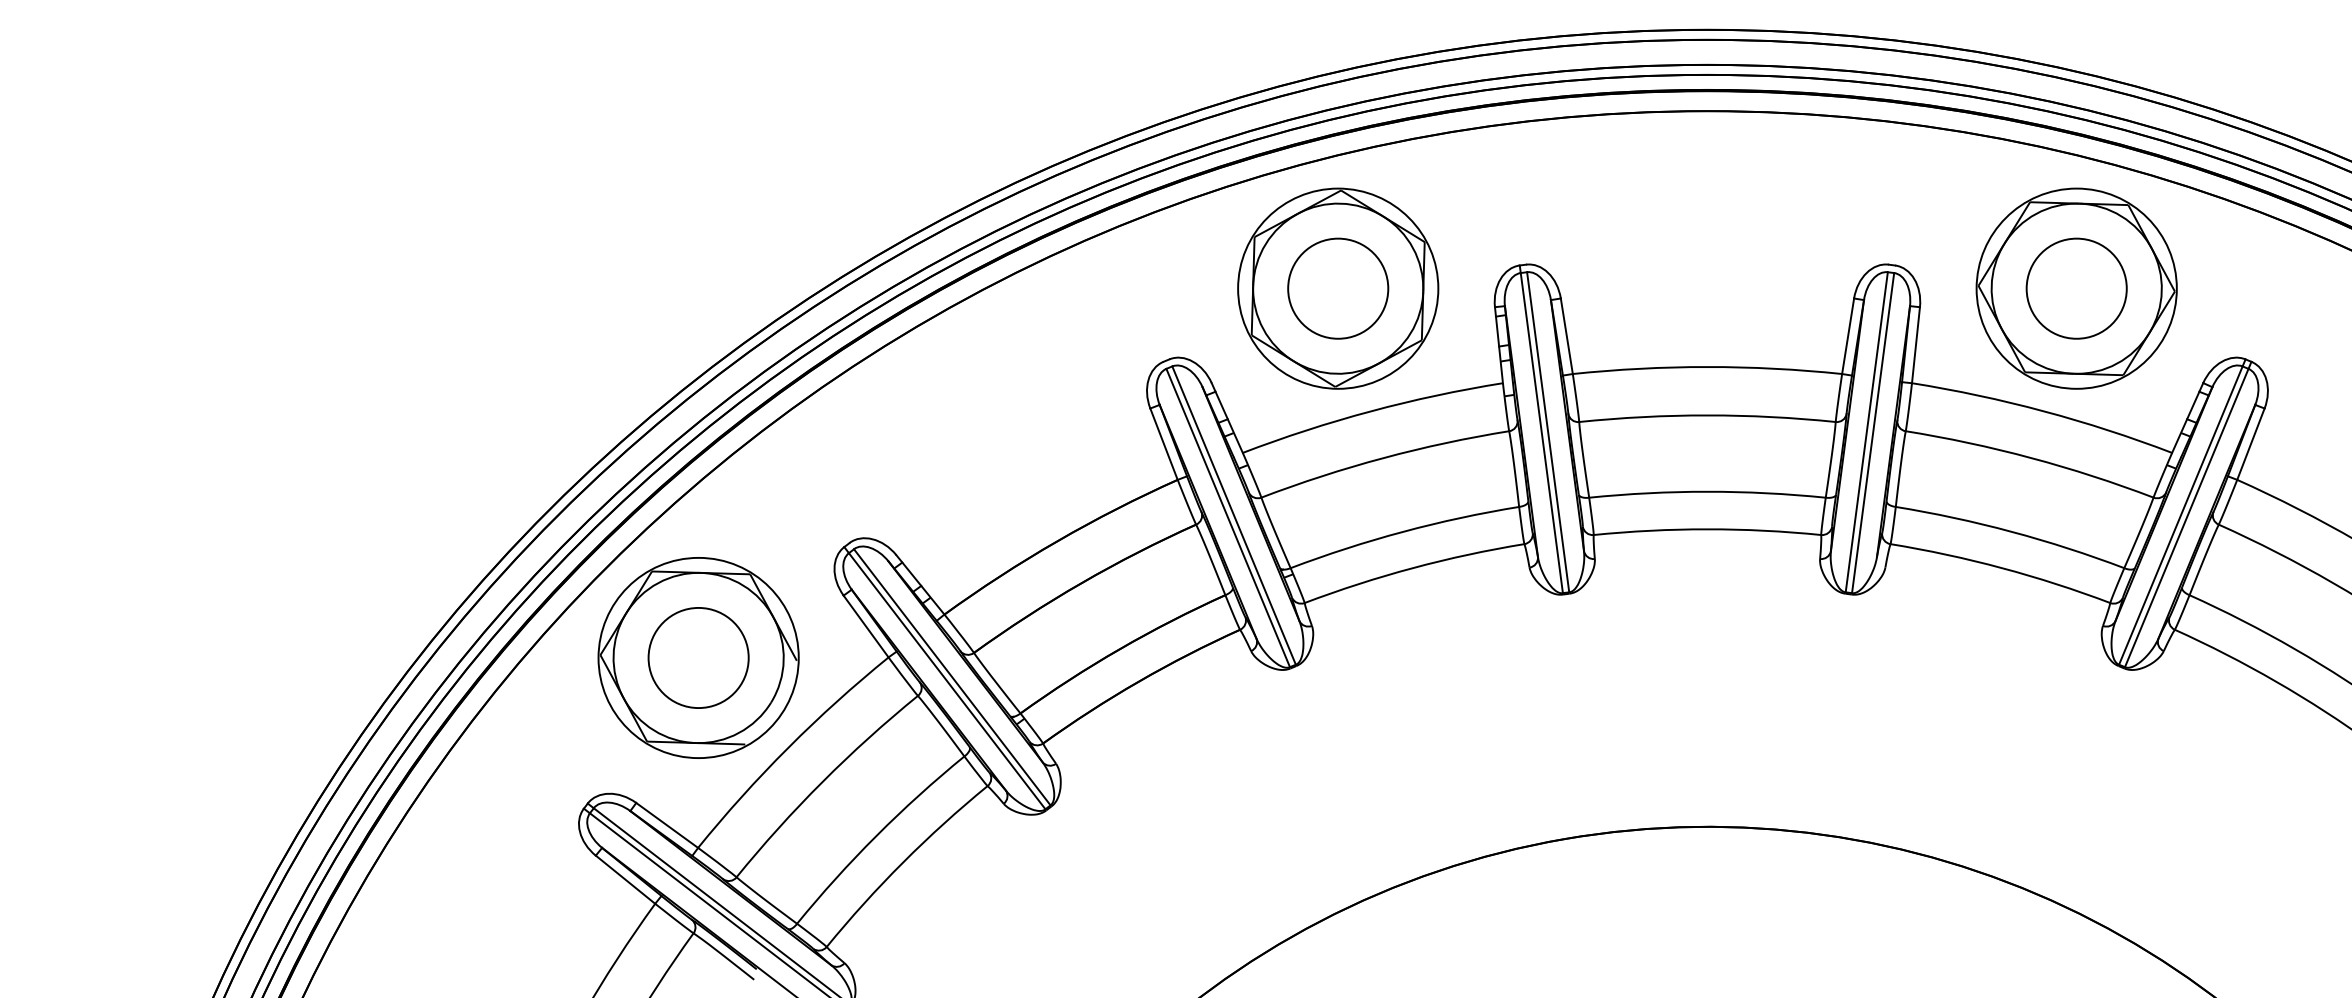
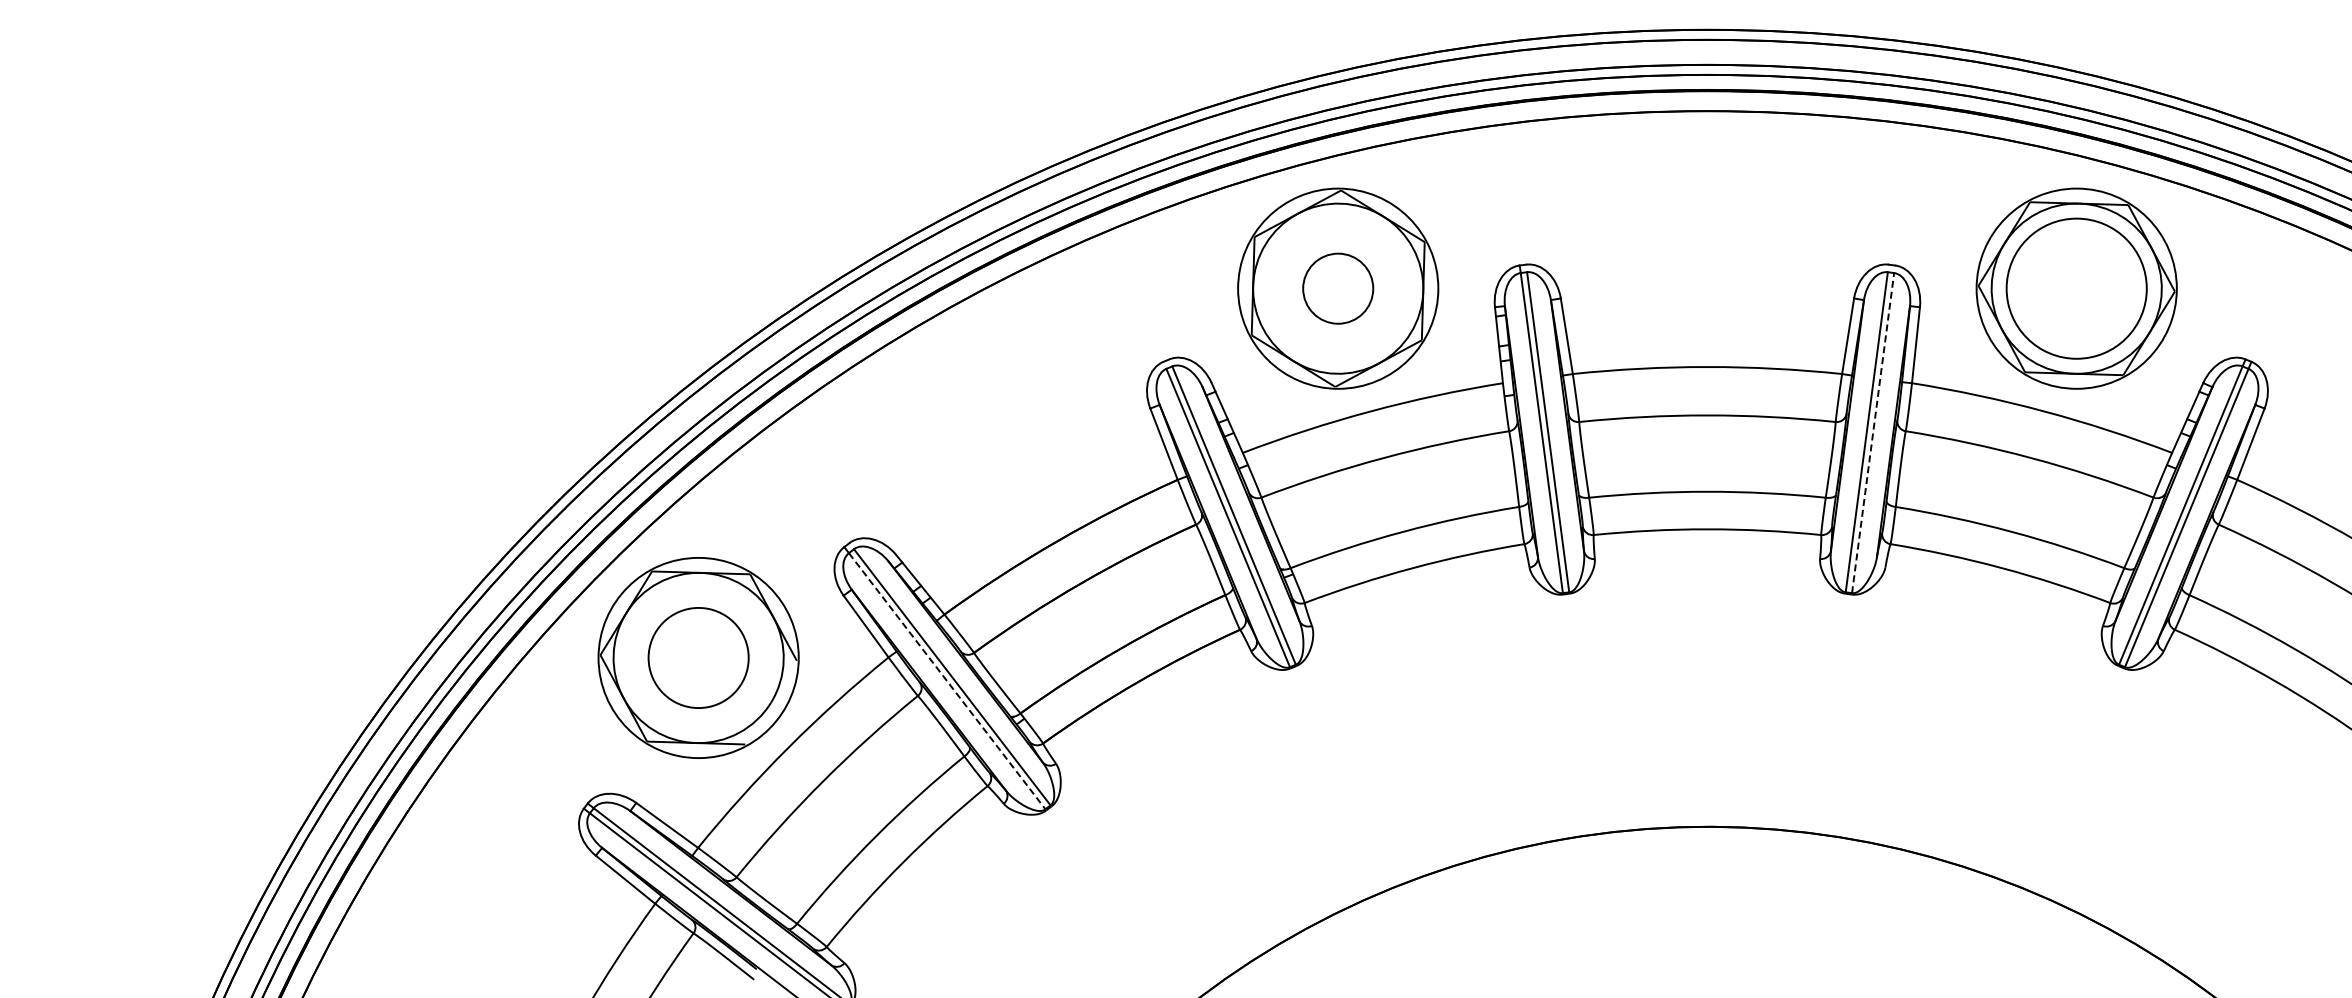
circle at (1338, 288) diameter: 100 px -> 70 px
circle at (2076, 288) diameter: 100 px -> 140 px
line at (1873, 432): solid -> dashed
line at (947, 681): solid -> dashed
